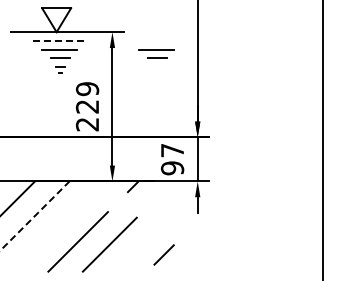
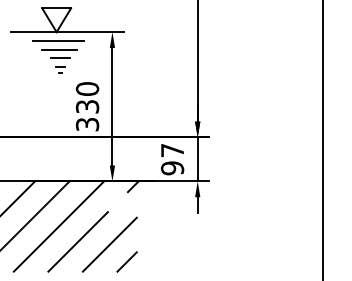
line at (59, 41): dashed -> solid
part at (156, 53): present -> none
text at (87, 106): 229 -> 330
line at (35, 215): dashed -> solid
line at (58, 226): none -> present
line at (163, 254) position: (163, 254) -> (126, 261)
